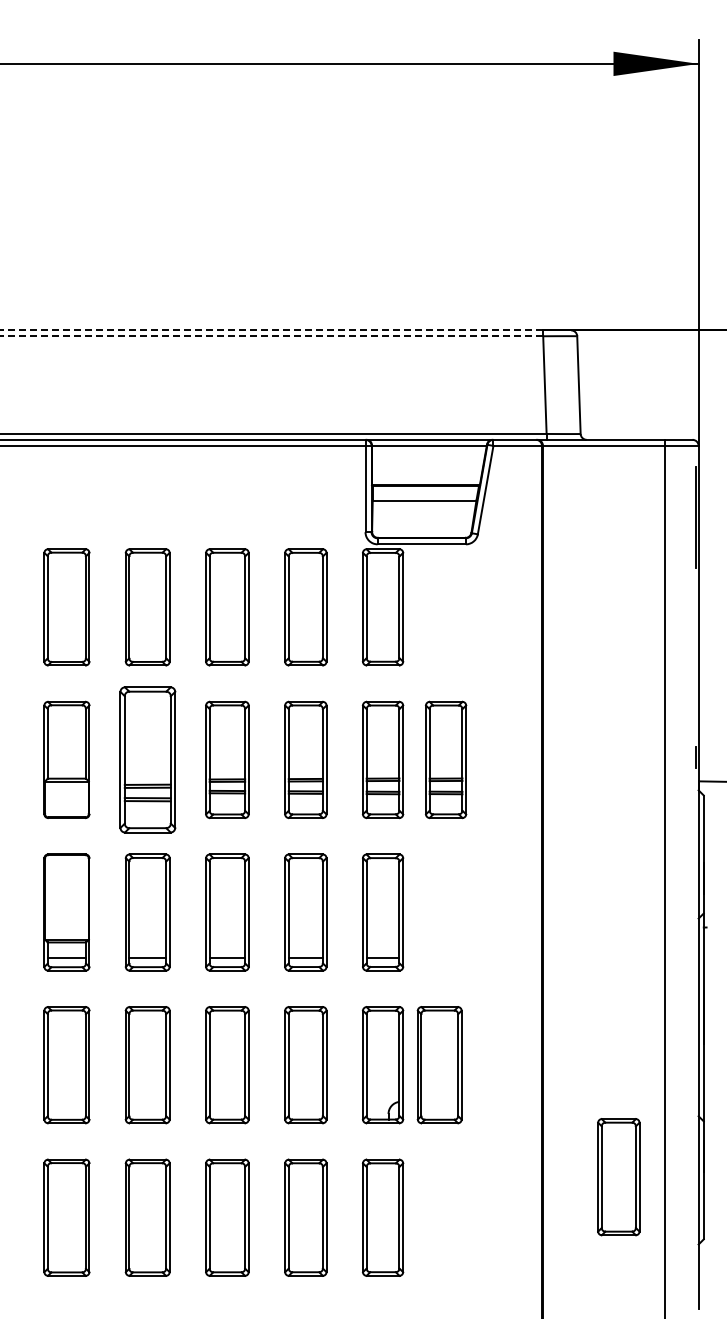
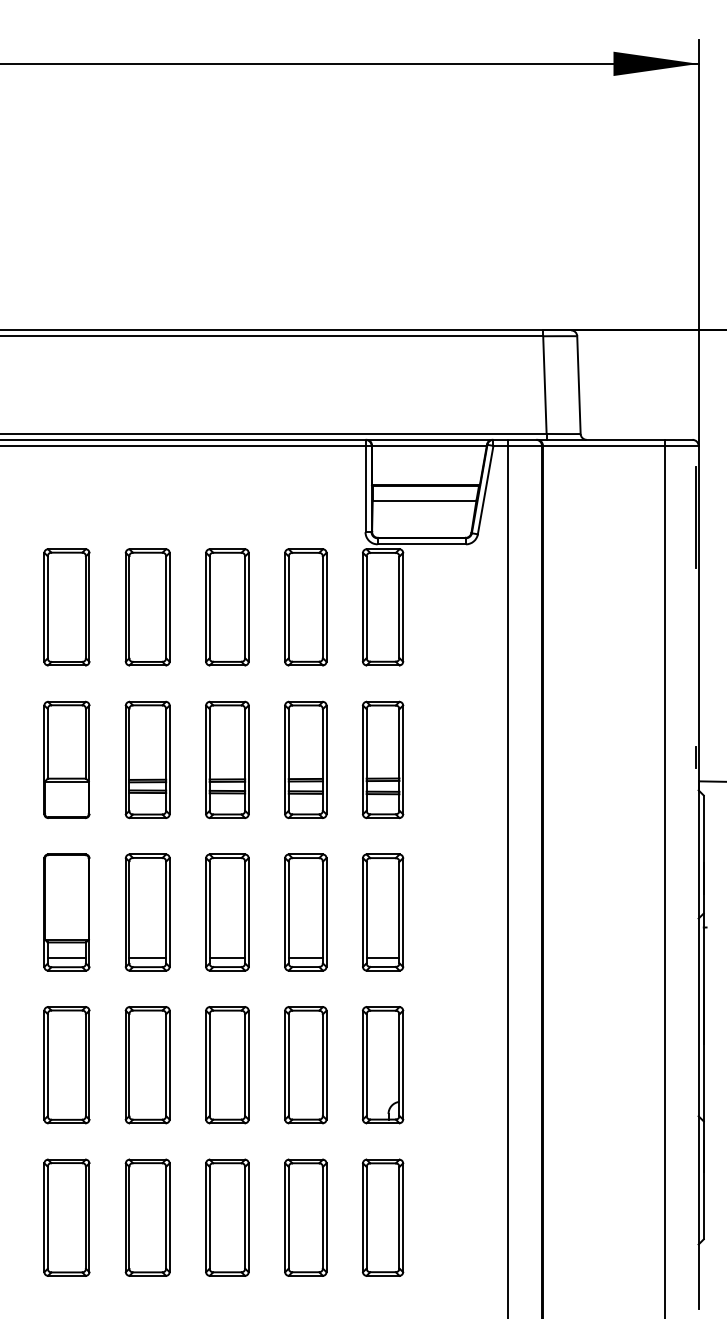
line at (286, 330): dashed -> solid
line at (272, 336): dashed -> solid
part at (147, 759) size: 58x148 px -> 47x120 px
part at (446, 759): present -> none
line at (507, 877): none -> present
part at (439, 1065): present -> none
part at (618, 1177): present -> none
